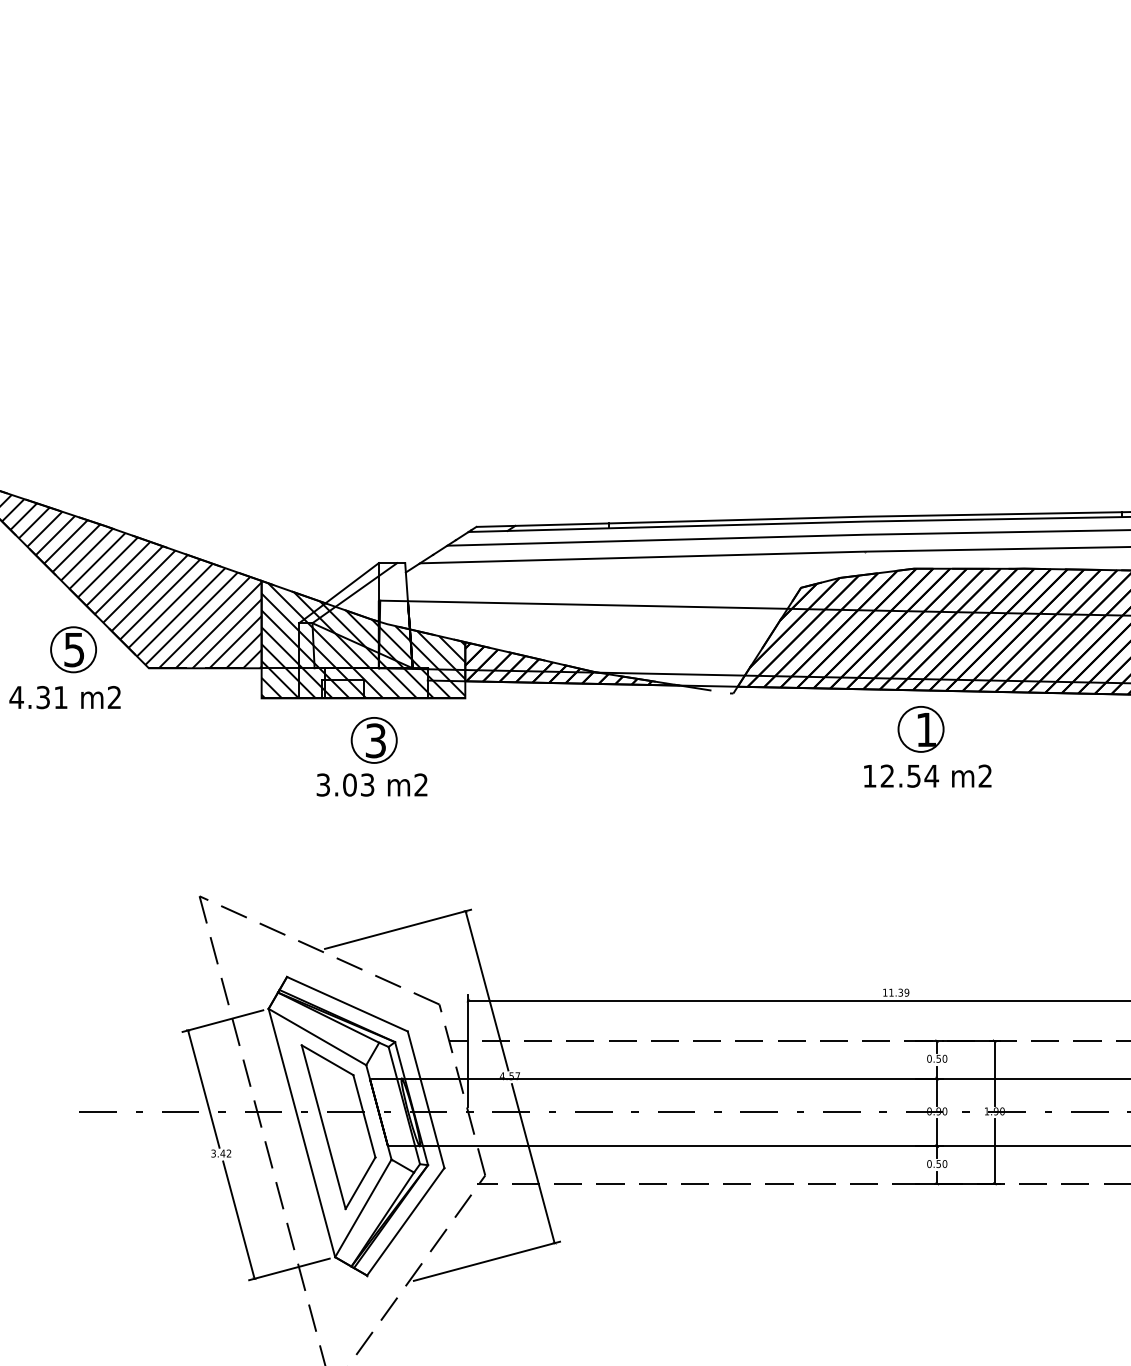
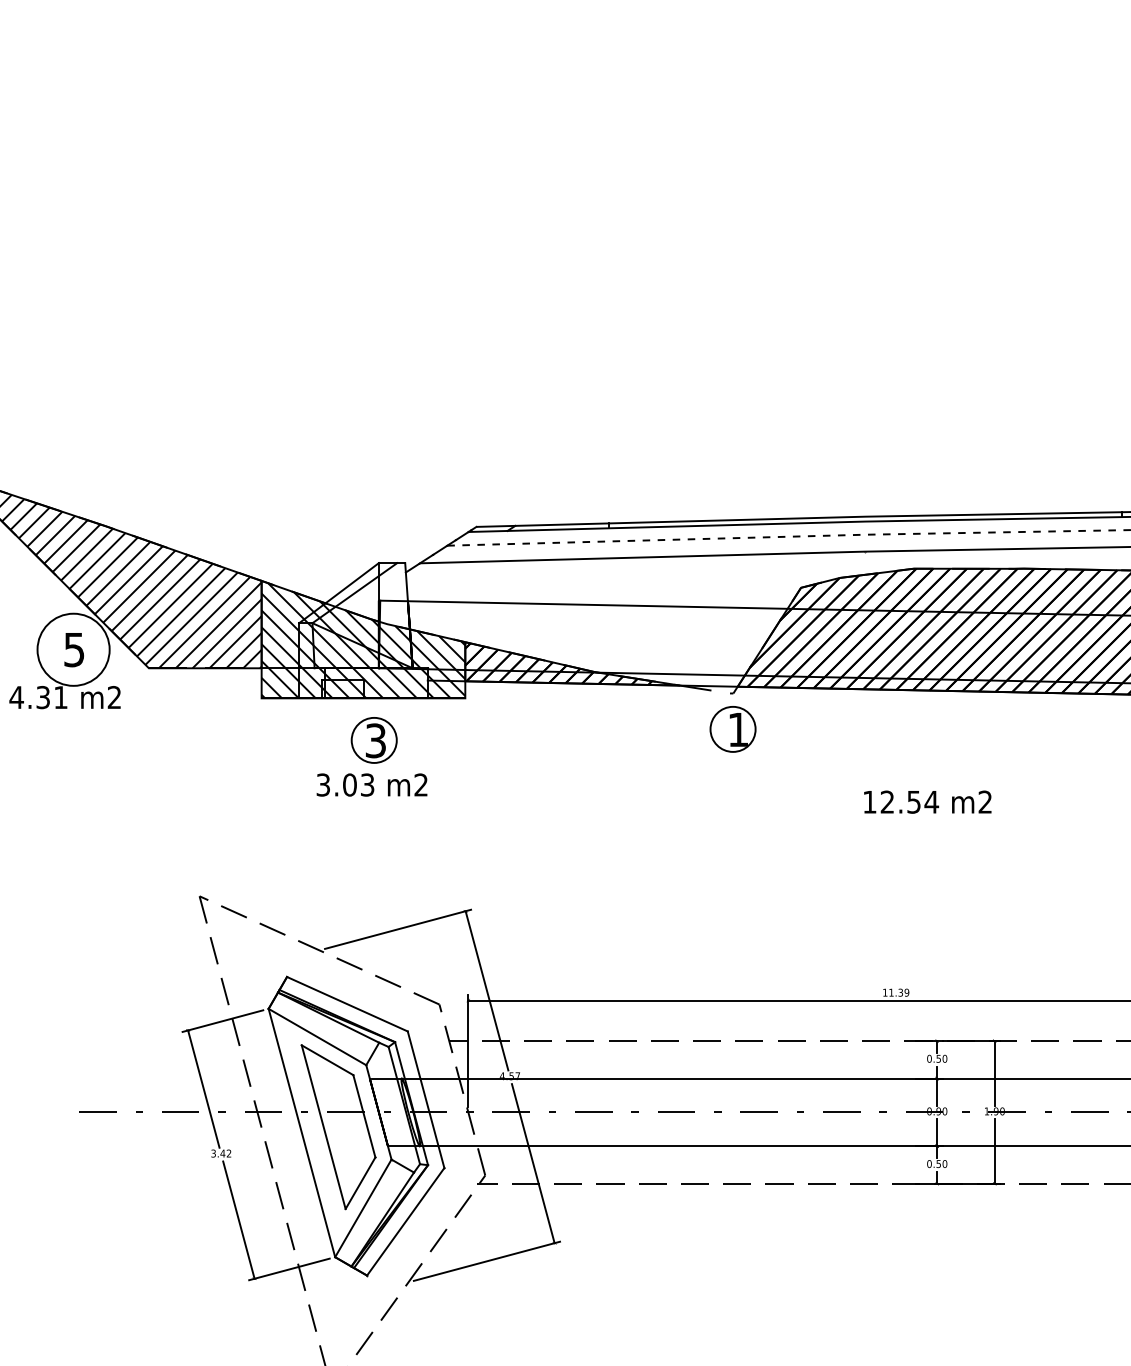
line at (789, 536): solid -> dashed
circle at (73, 649) diameter: 45 px -> 72 px
part at (920, 729) position: (920, 729) -> (732, 729)
text at (927, 775) position: (927, 775) -> (927, 801)
